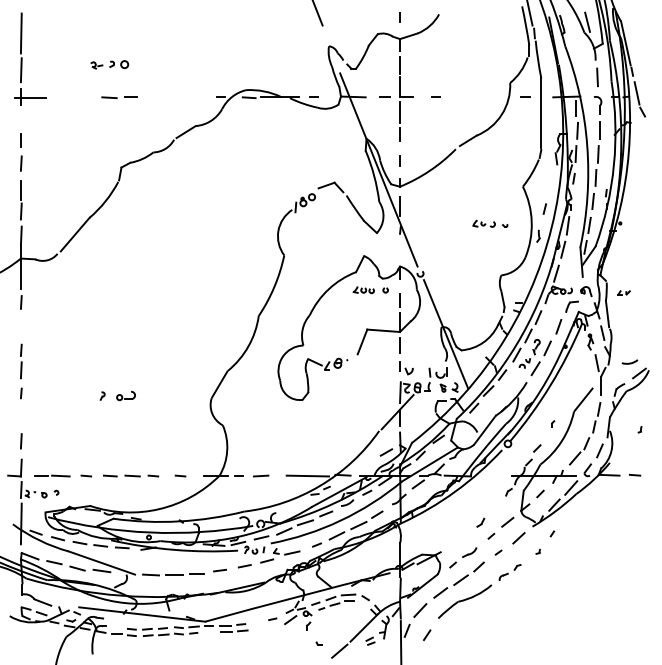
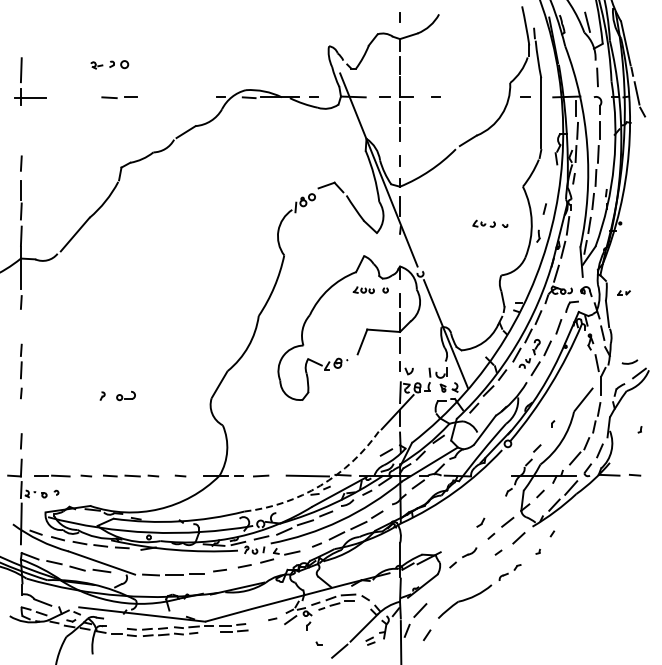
line at (317, 13): present -> none
line at (529, 13): present -> none
line at (20, 33): present -> none
line at (20, 140): present -> none
arc at (320, 485): solid -> dashed
part at (458, 579): present -> none
